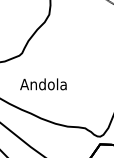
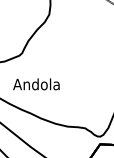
text at (43, 84) position: (43, 84) -> (36, 84)
